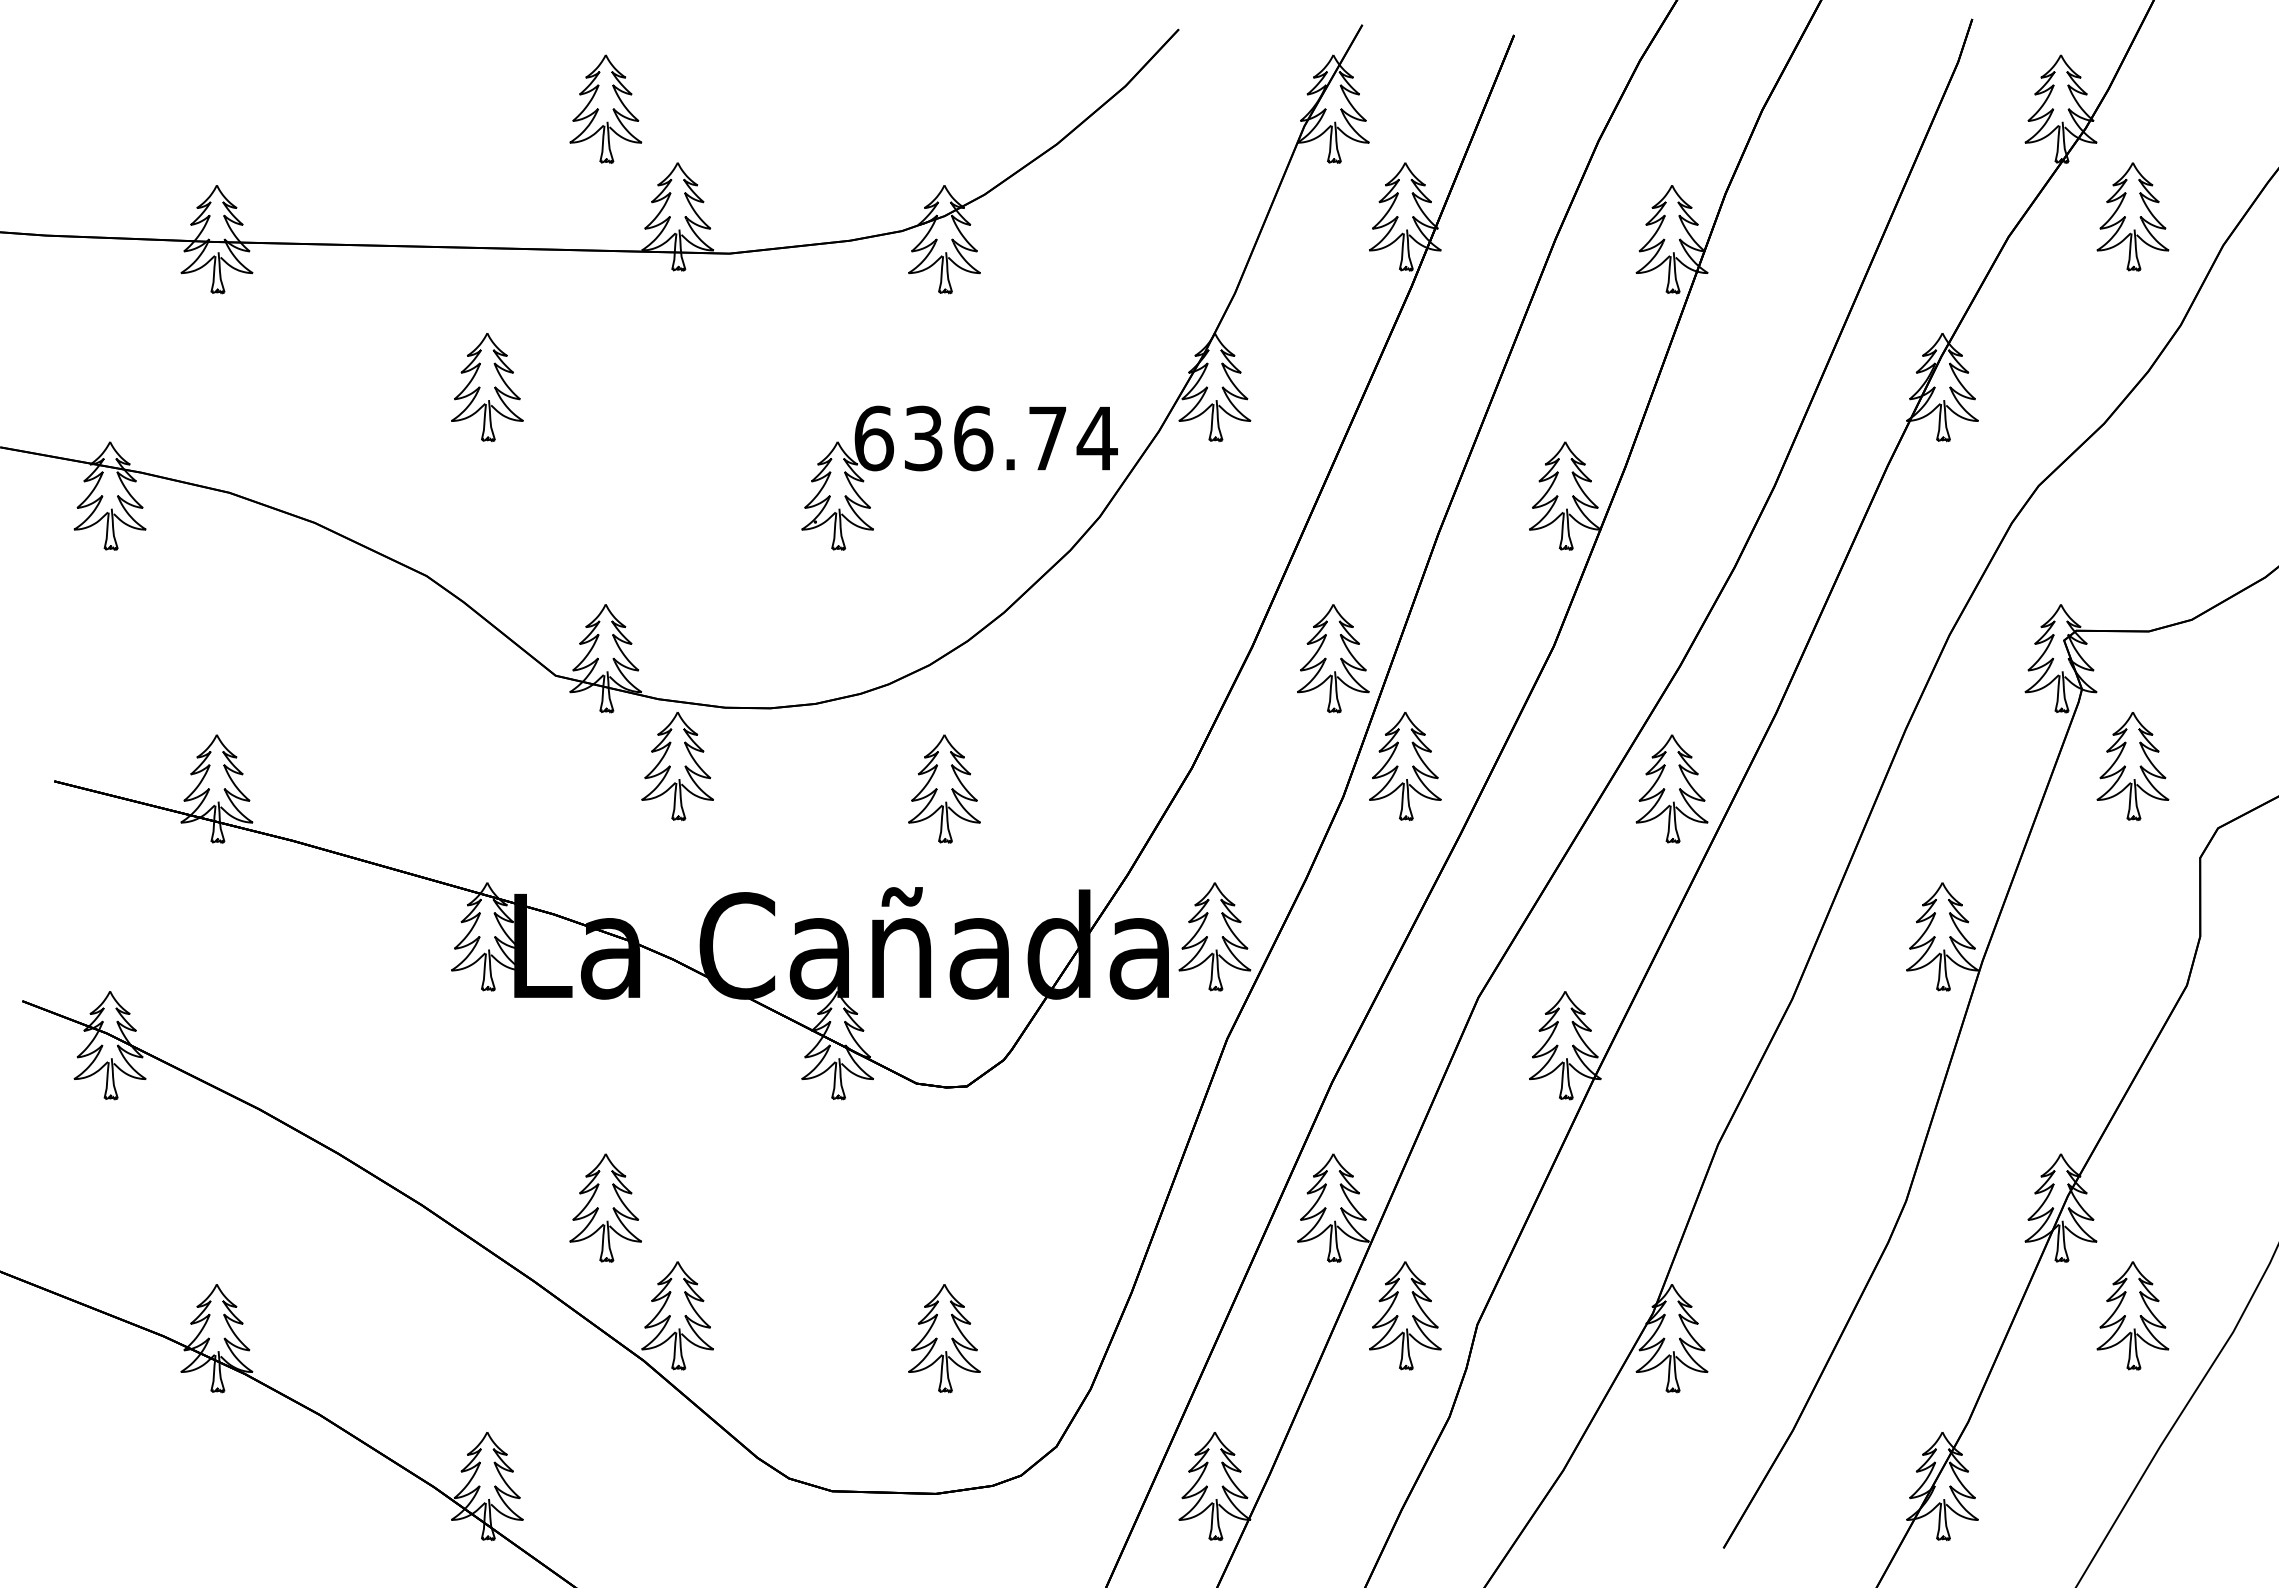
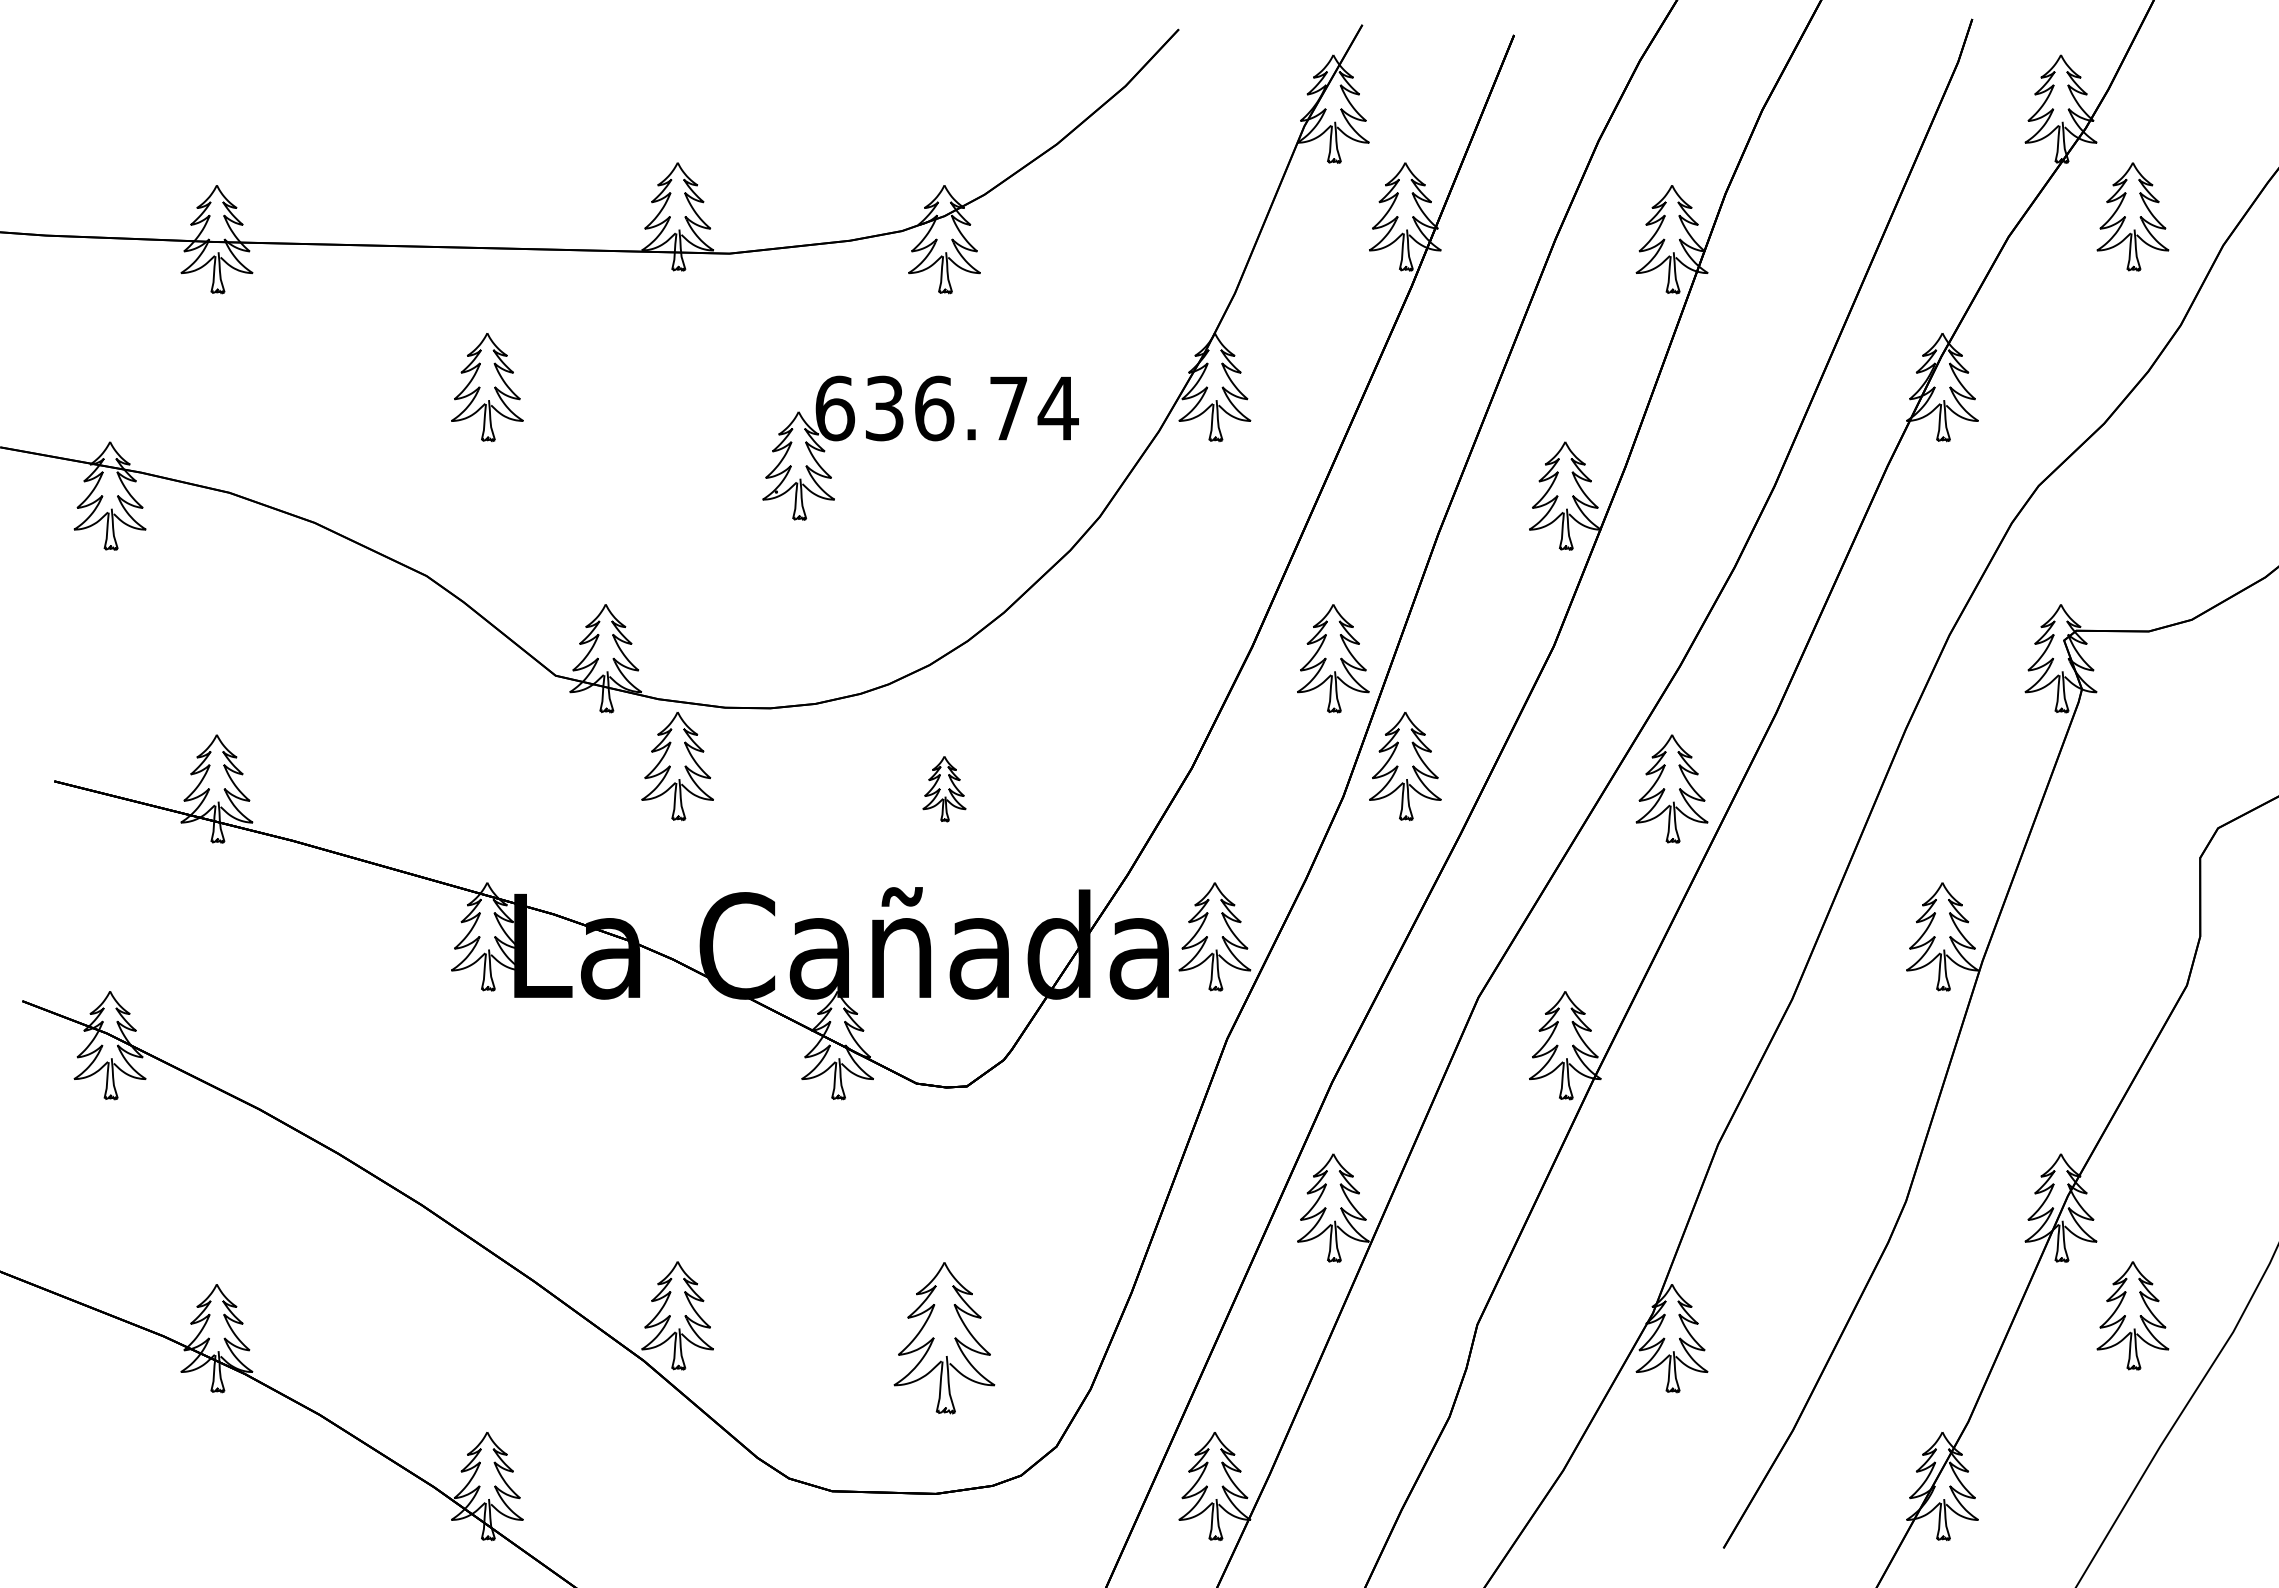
part at (605, 108): present -> none
part at (964, 468) position: (964, 468) -> (925, 438)
part at (2132, 766): present -> none
part at (944, 788) size: 73x110 px -> 45x67 px
part at (605, 1207): present -> none
part at (1405, 1315): present -> none
part at (944, 1338) size: 73x110 px -> 103x153 px
